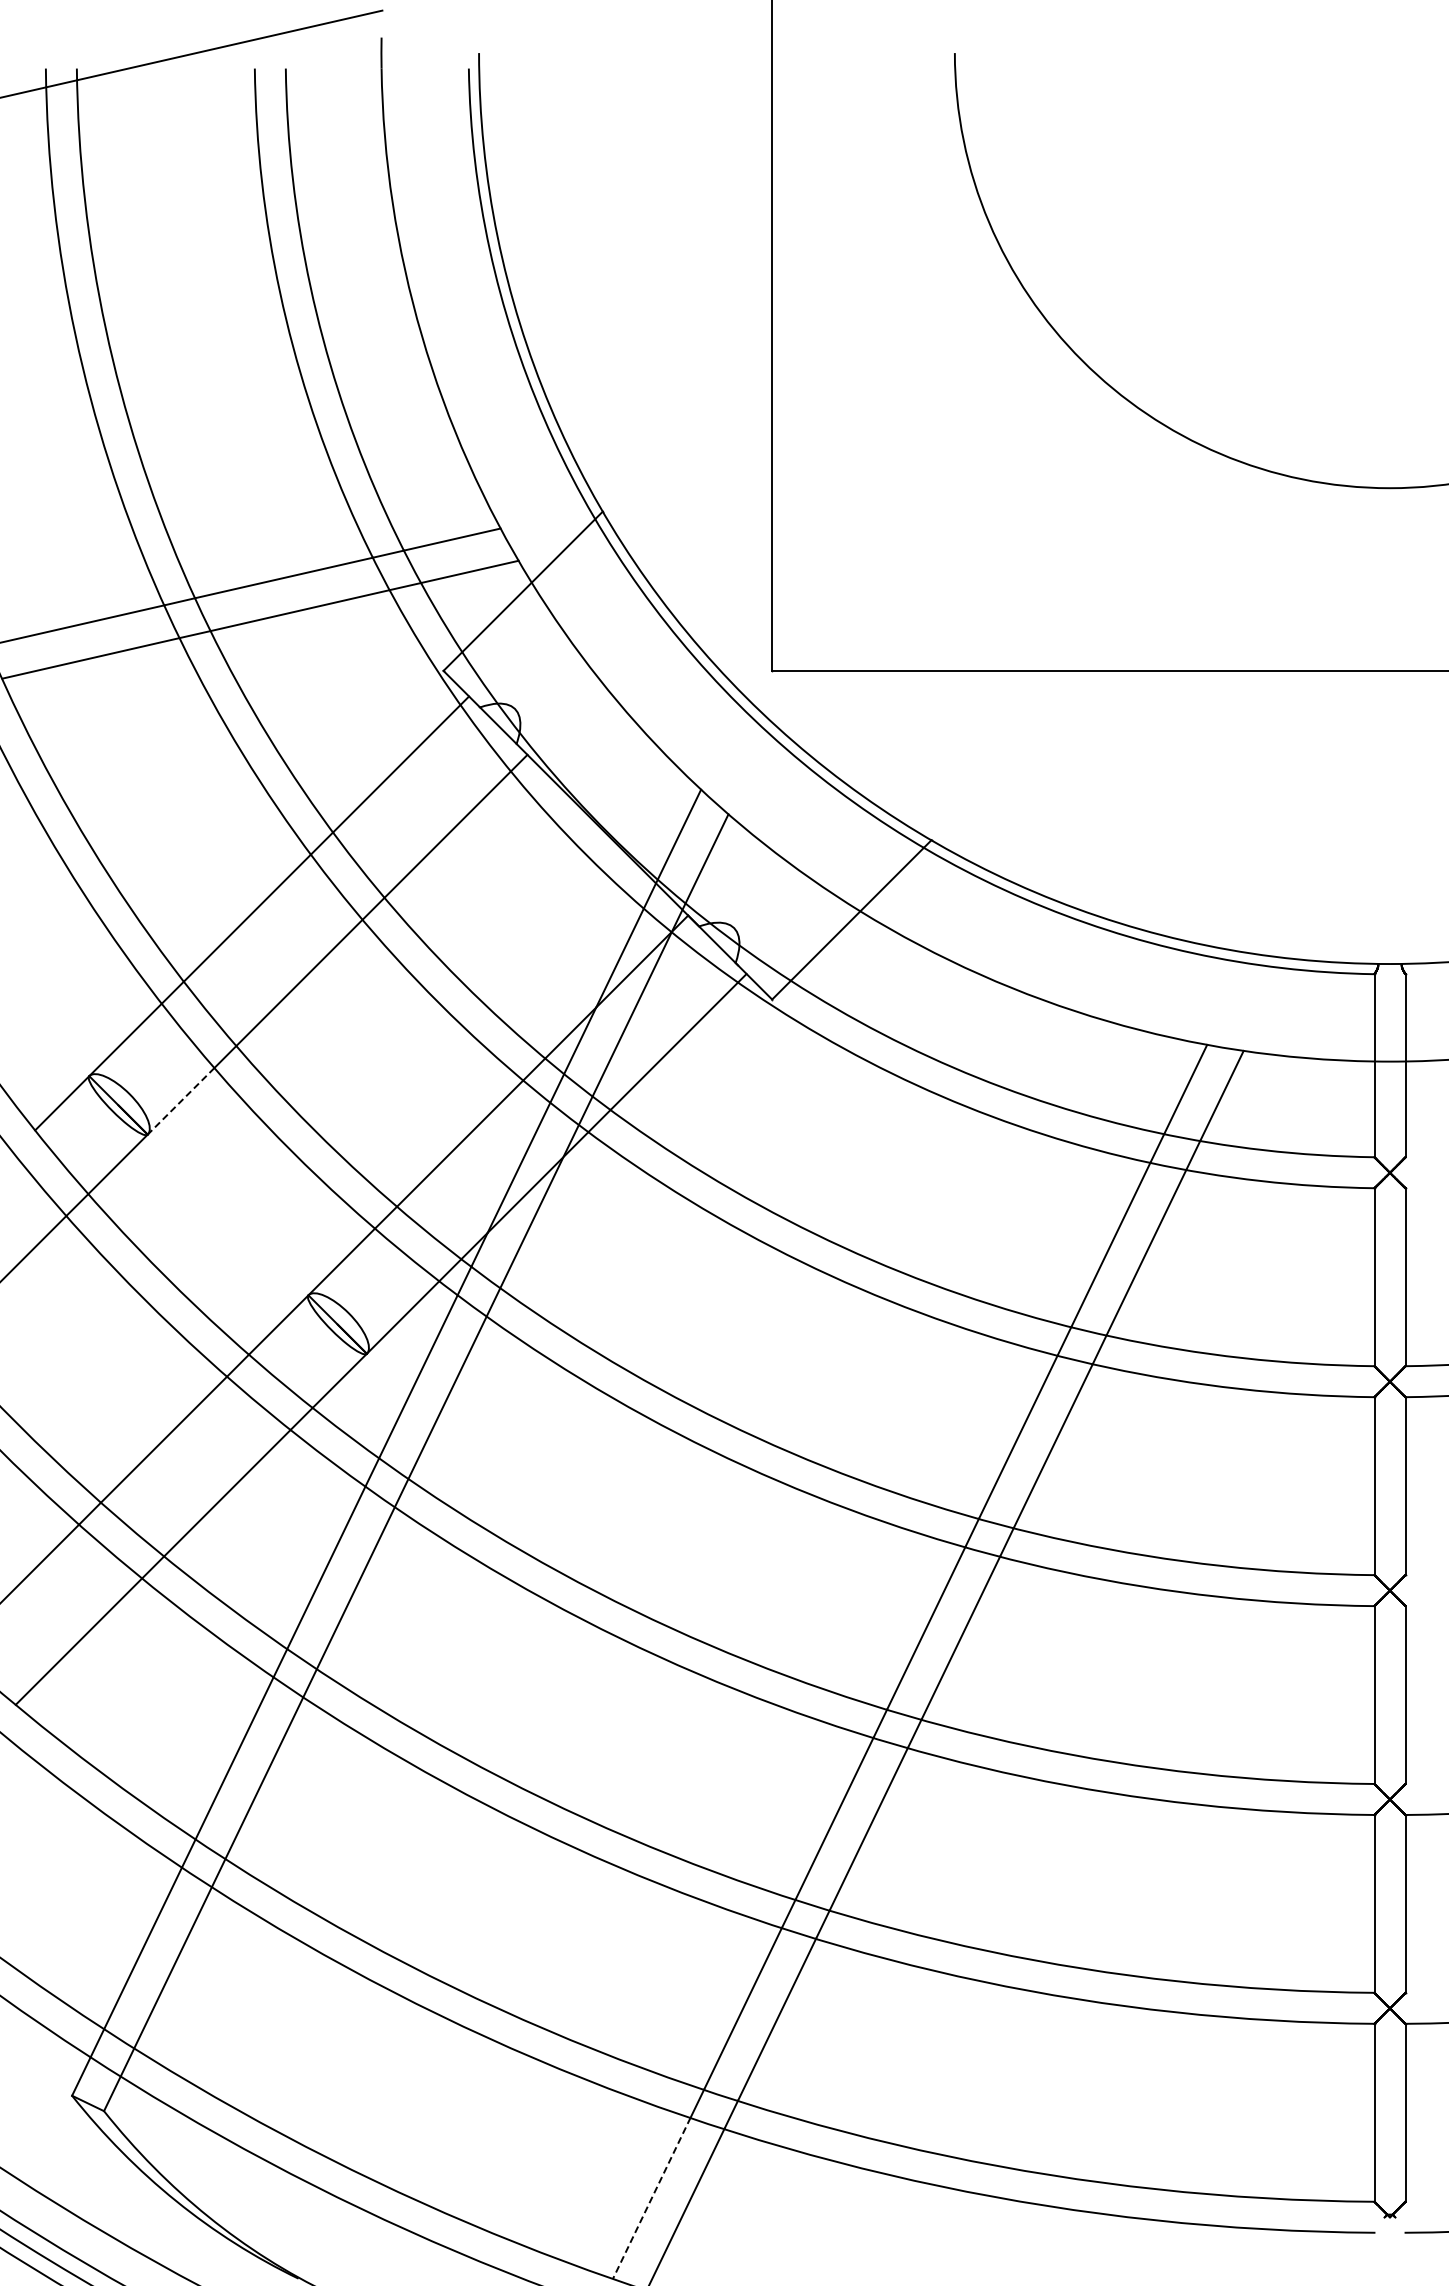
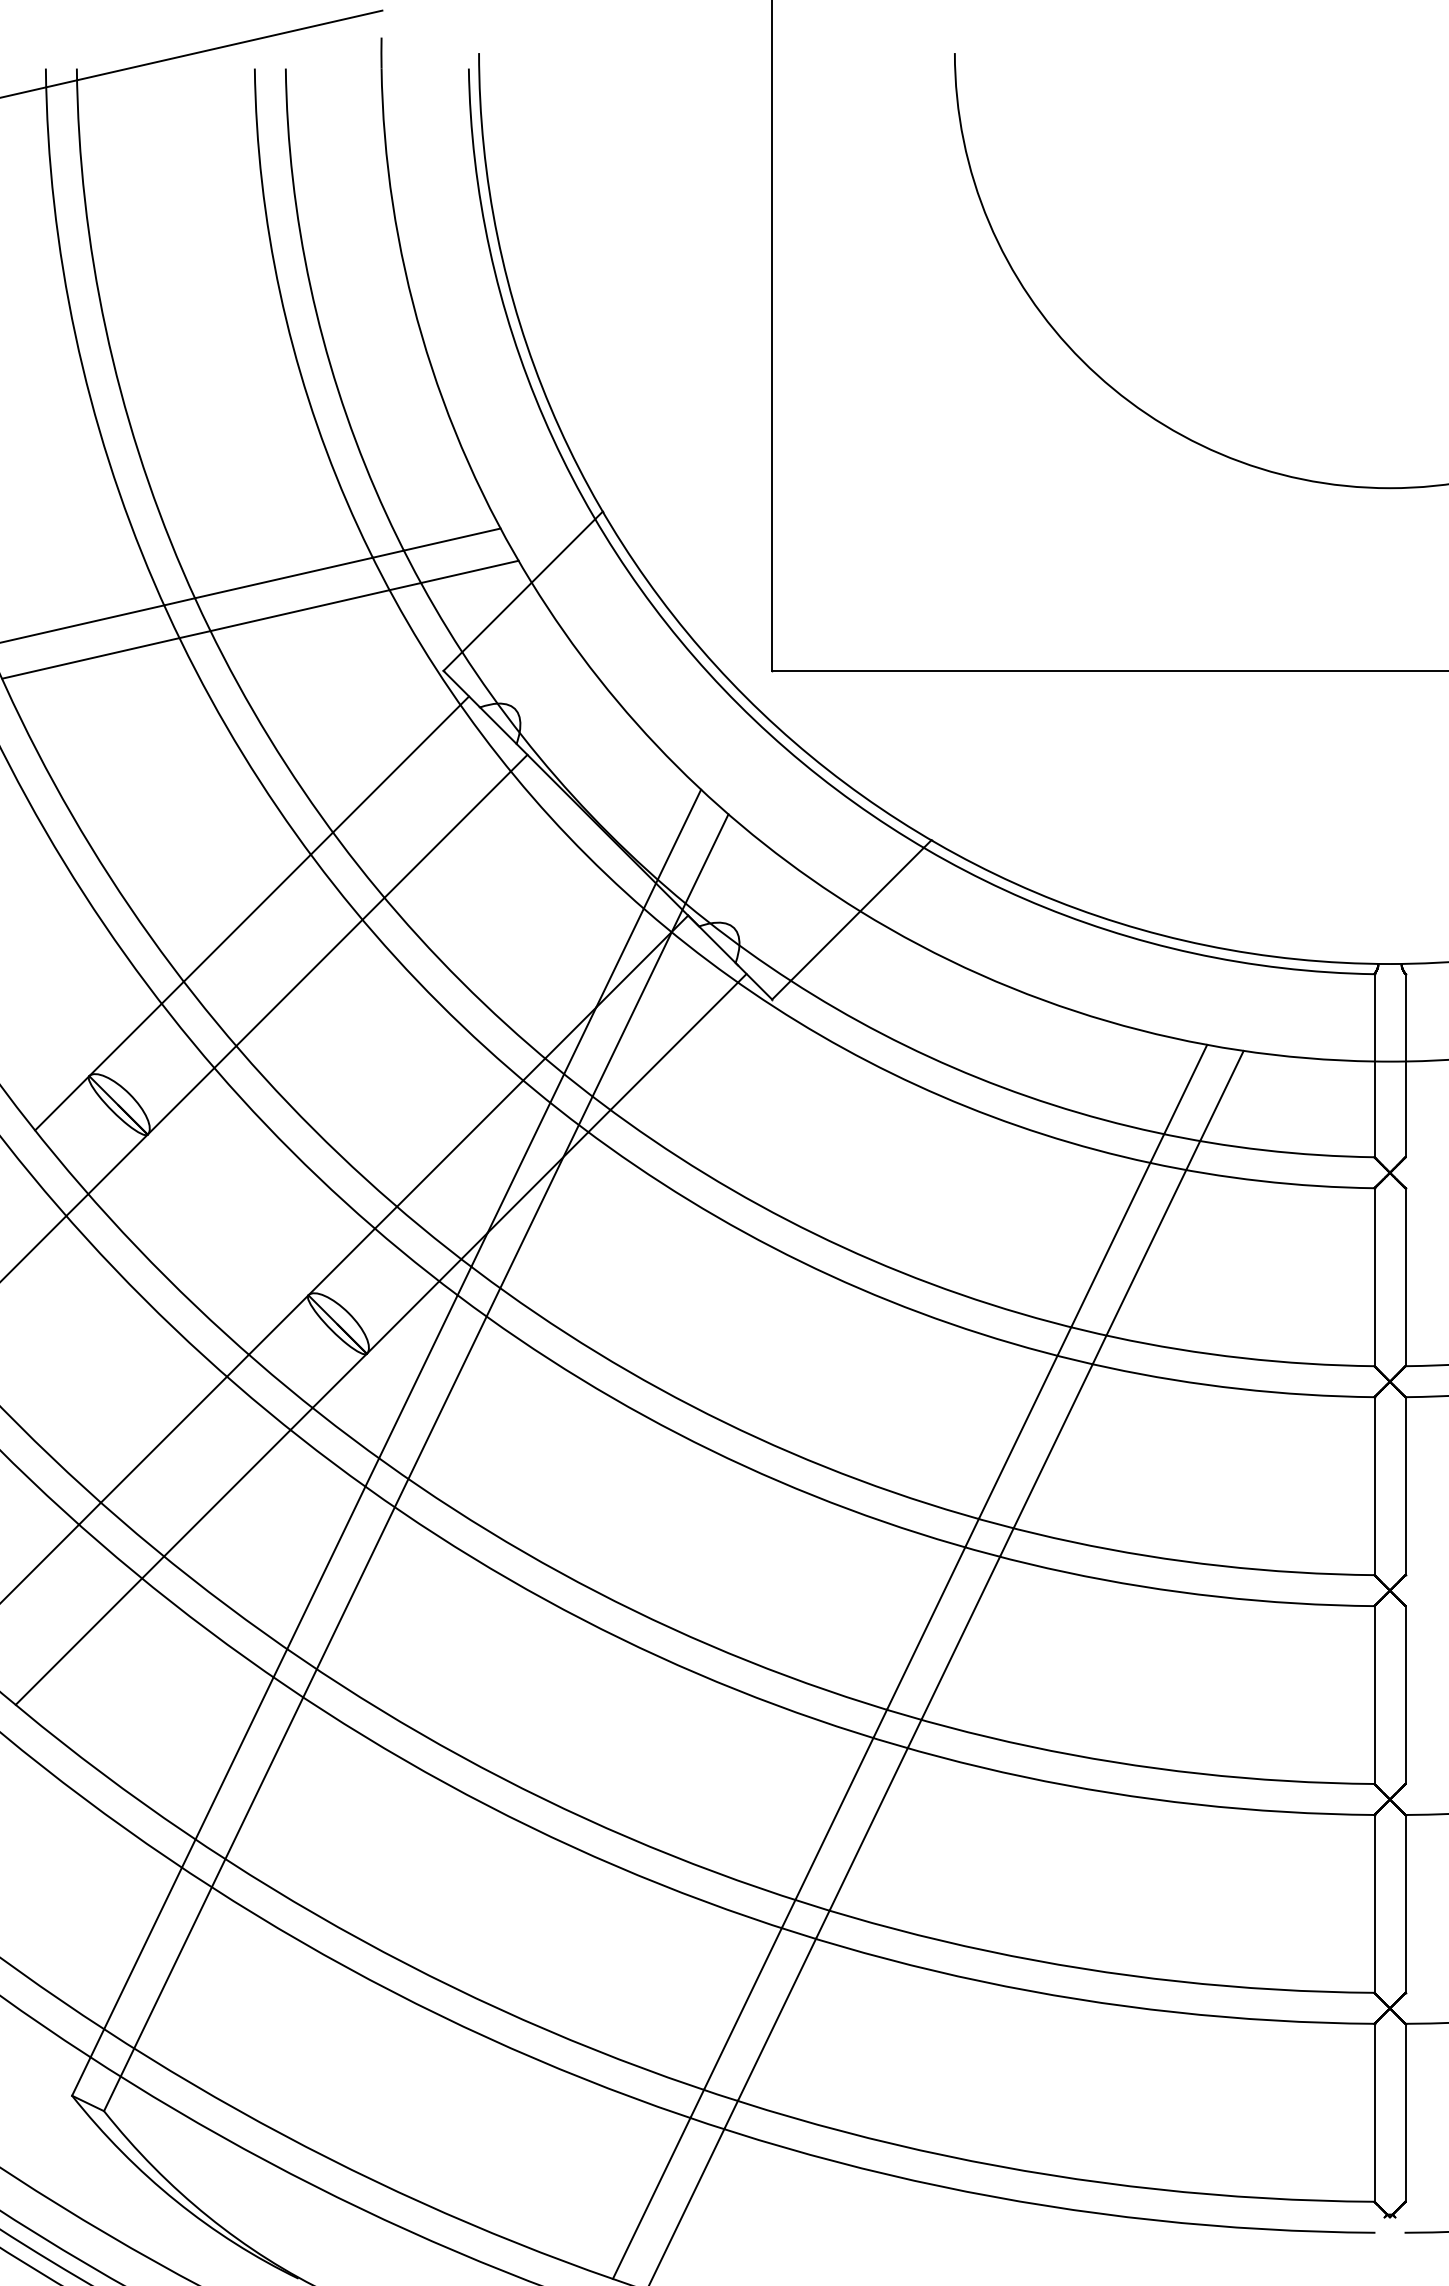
line at (180, 1101): dashed -> solid
line at (651, 2198): dashed -> solid
